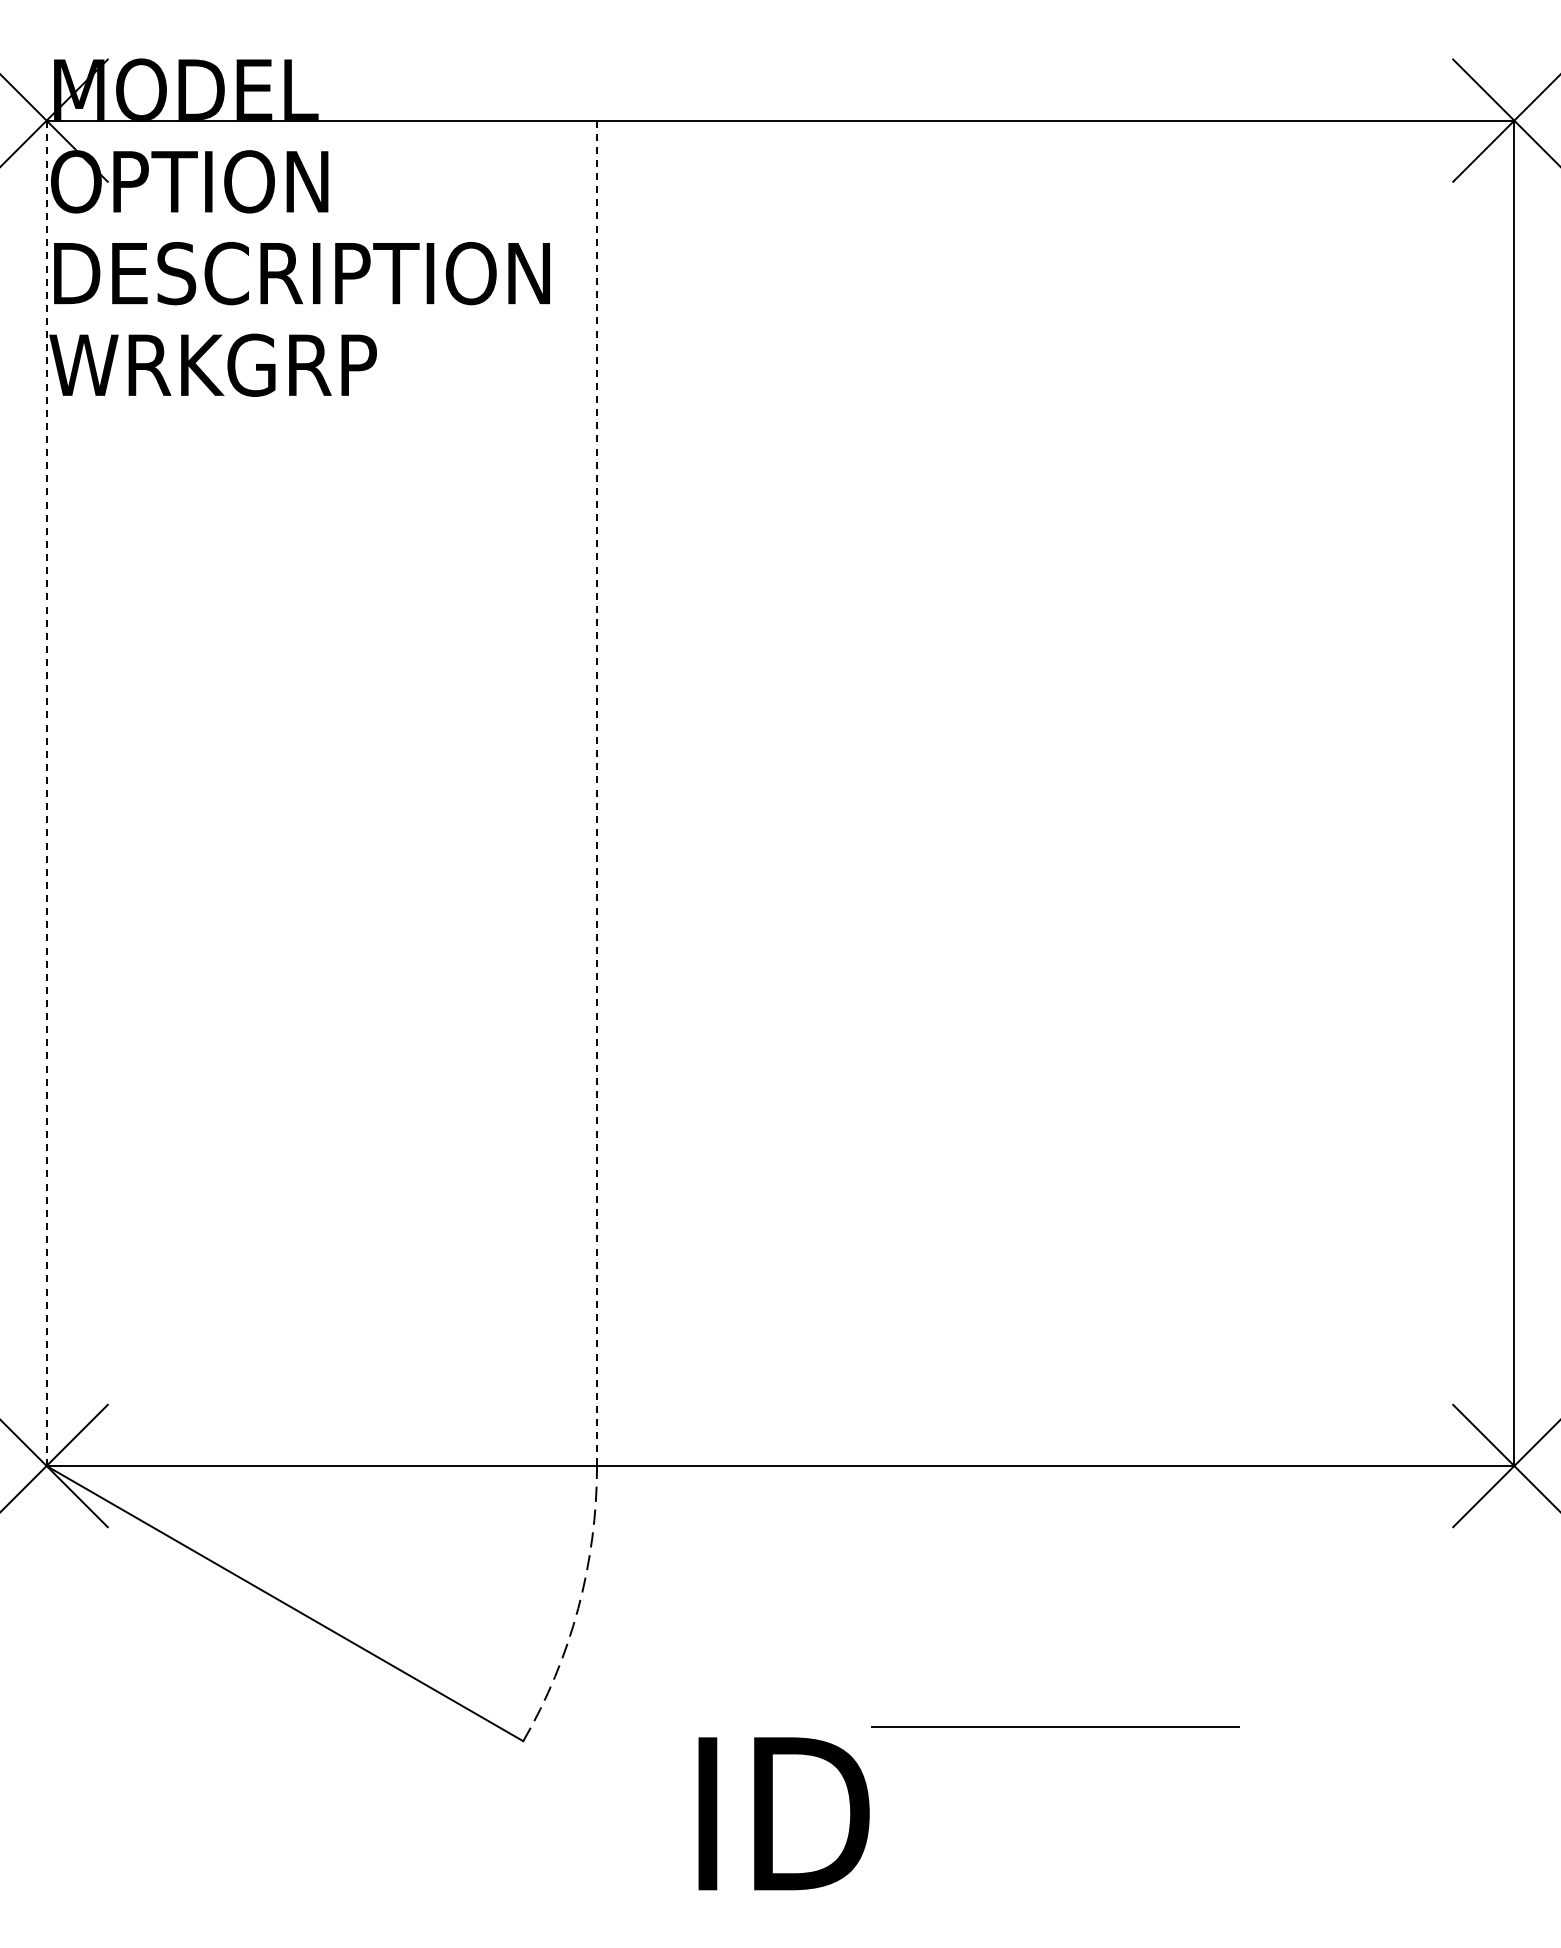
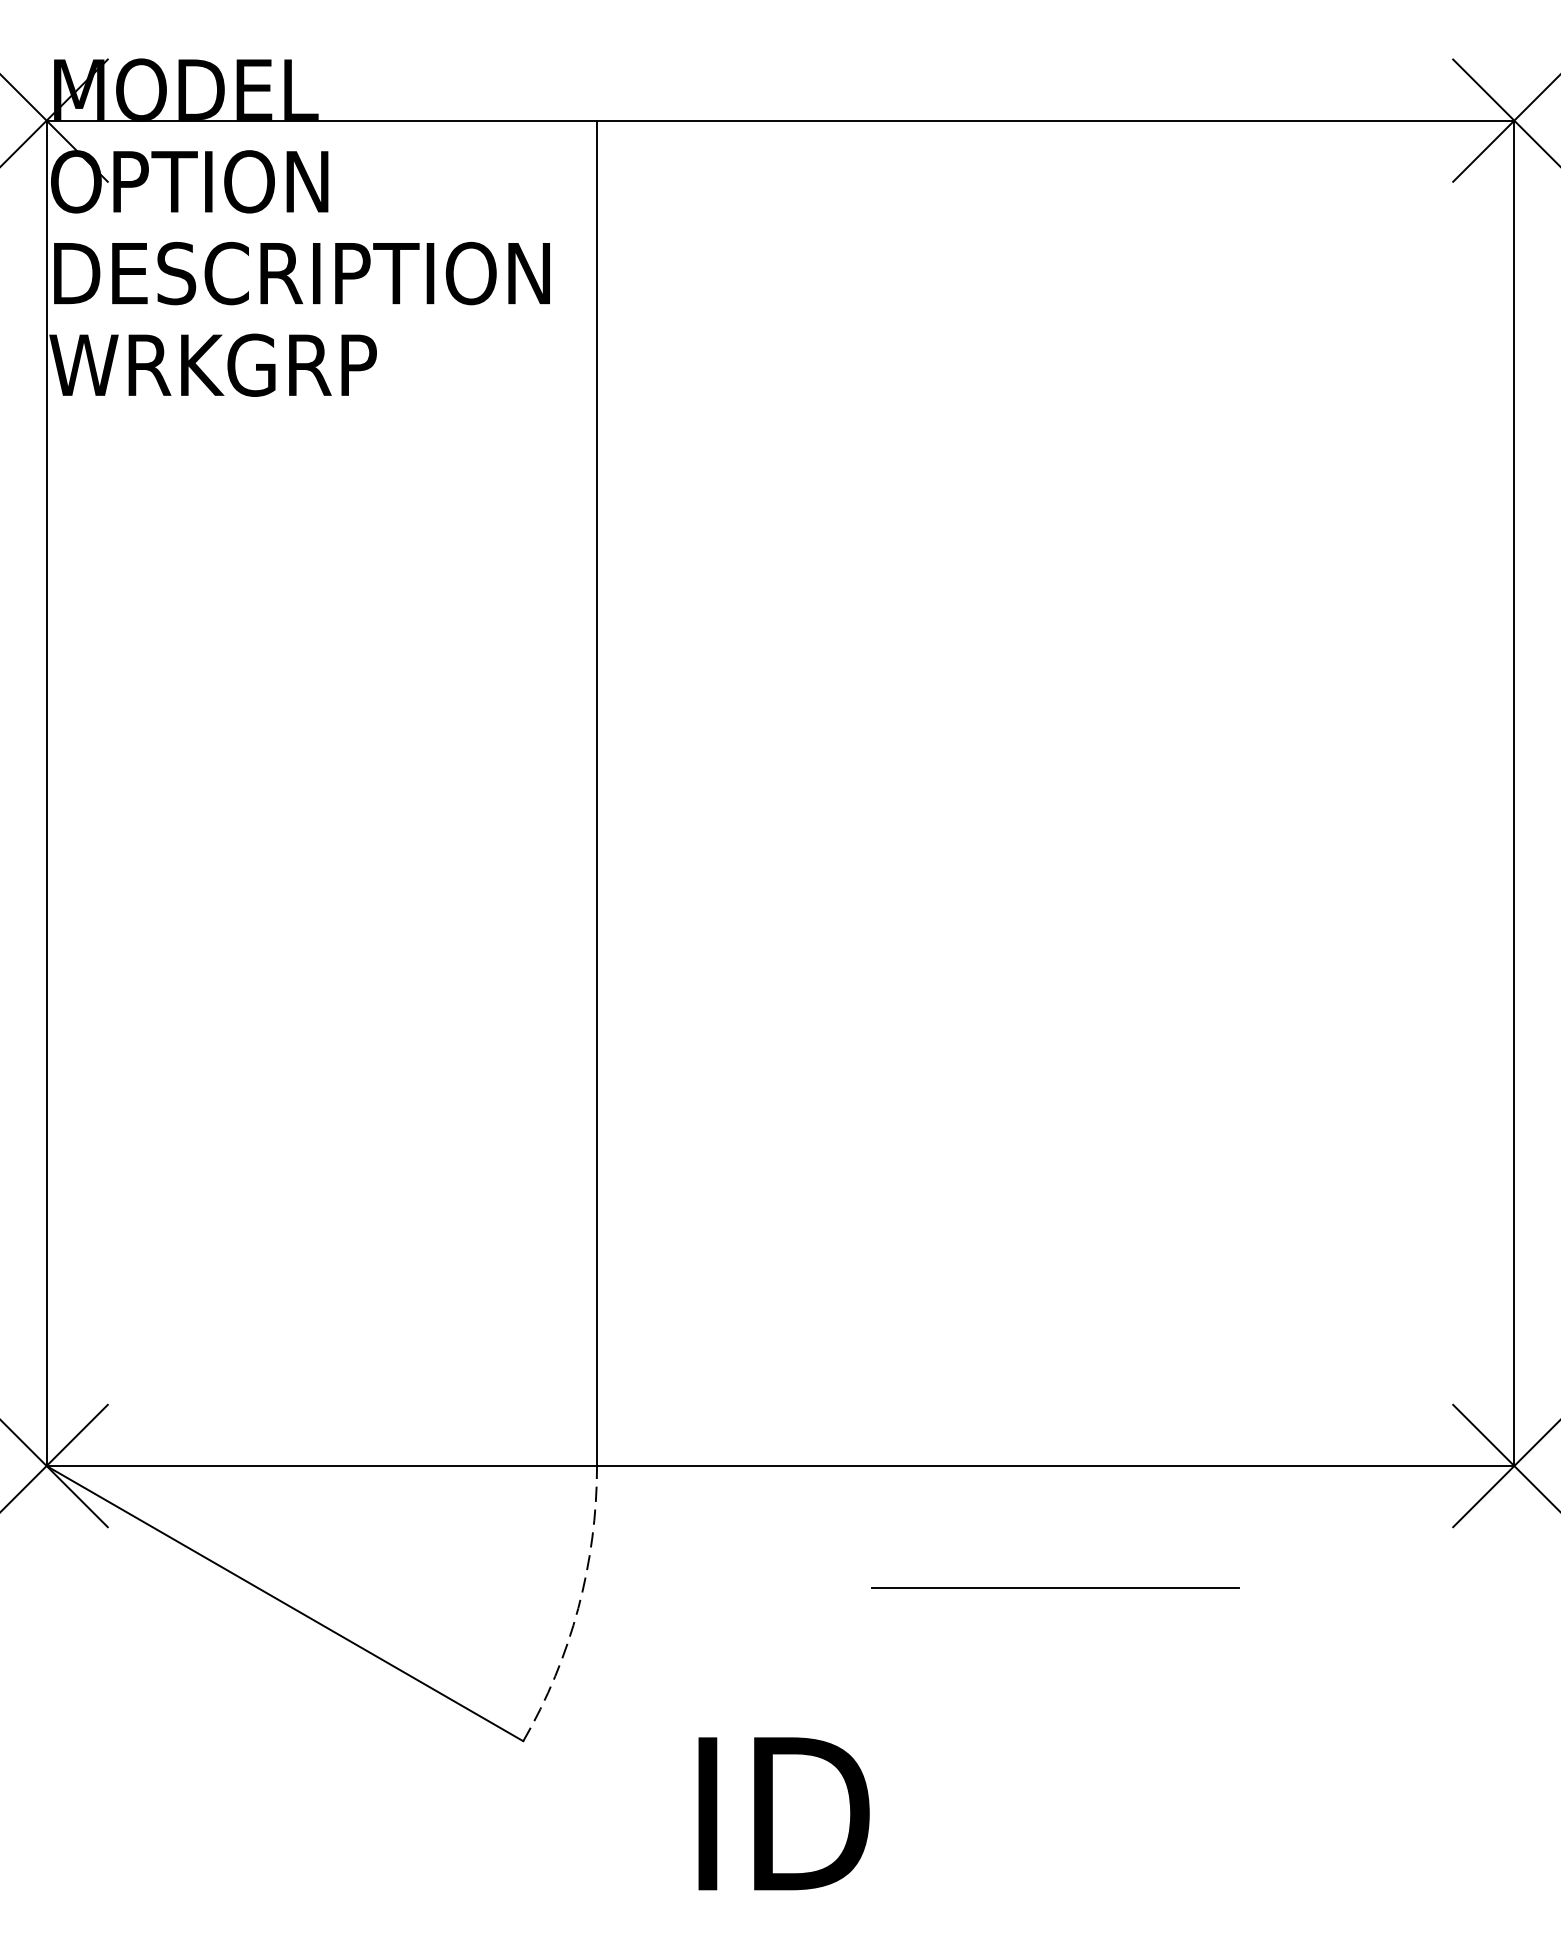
line at (46, 793): dashed -> solid
line at (597, 793): dashed -> solid
line at (1055, 1726) position: (1055, 1726) -> (1055, 1587)
